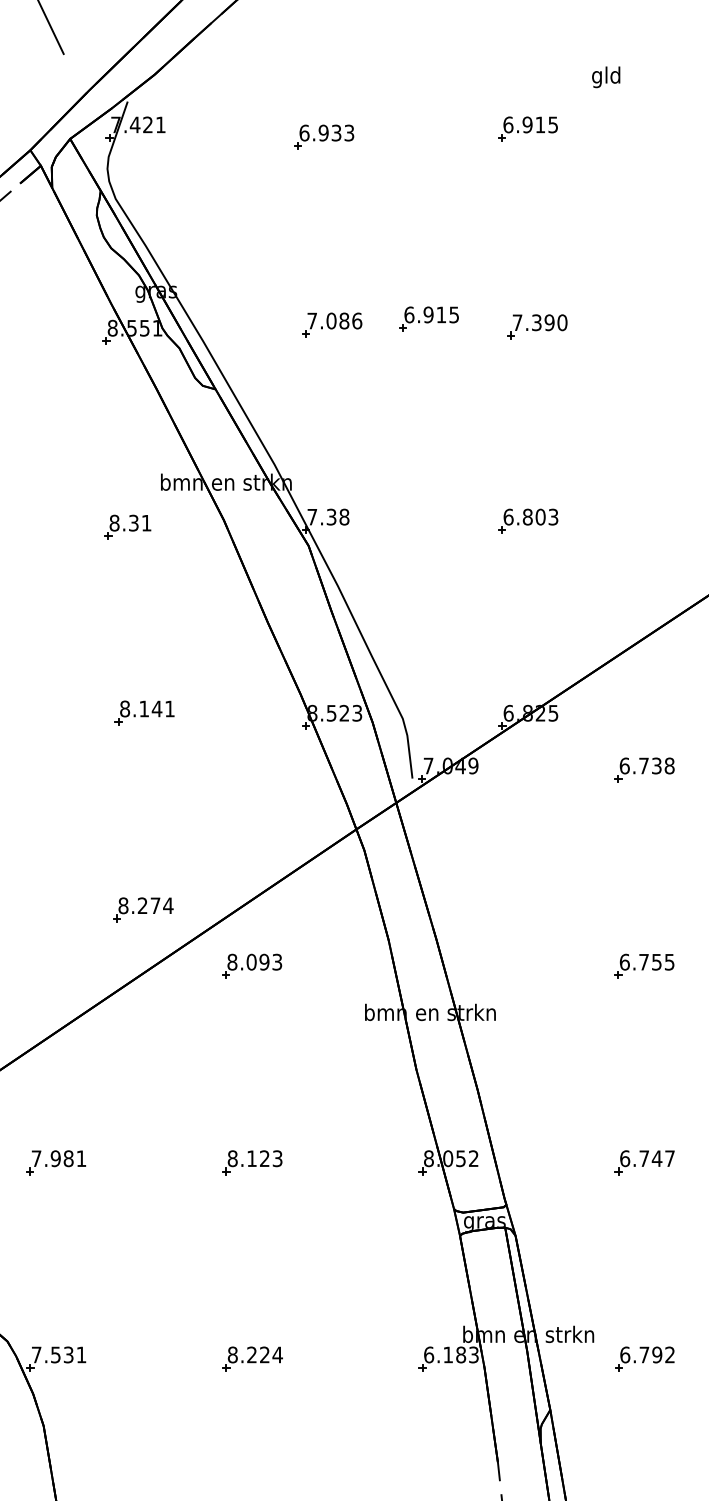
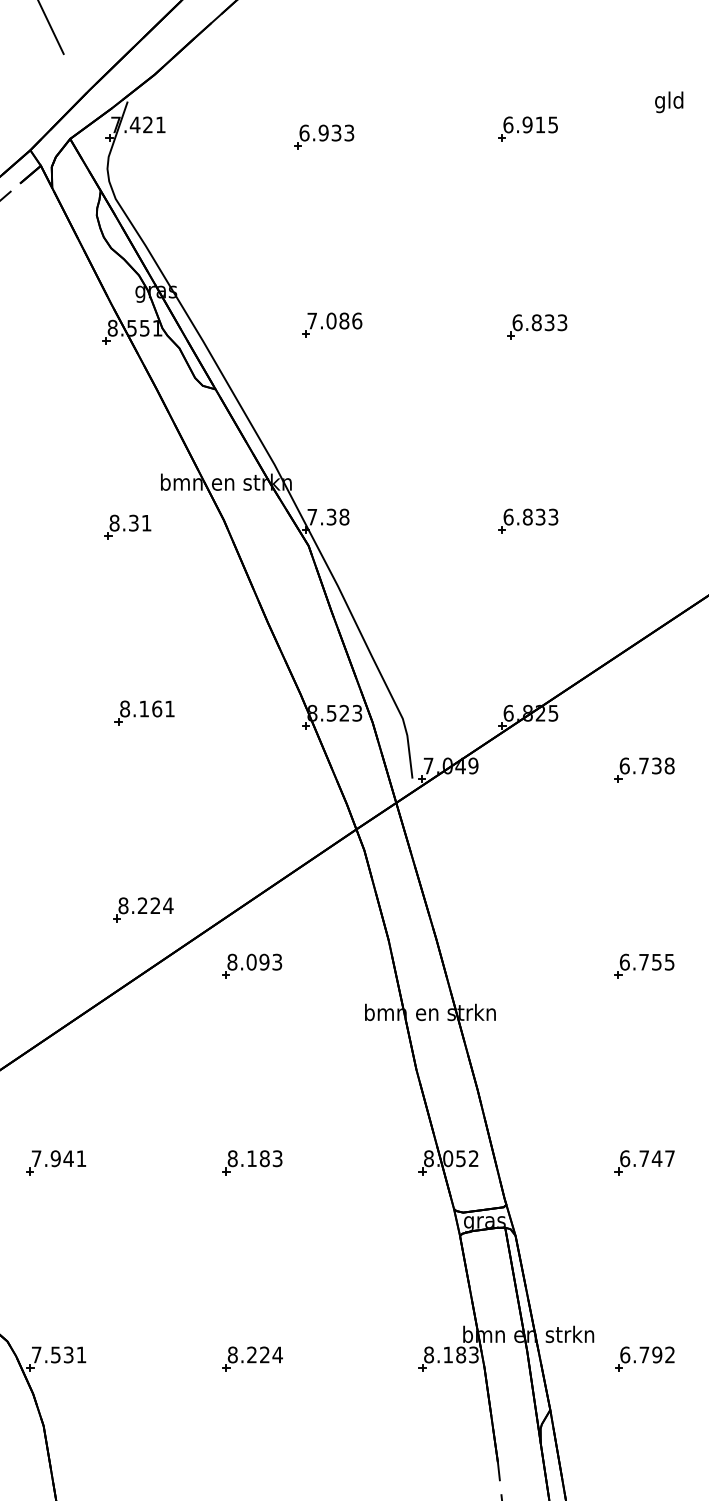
text at (606, 77) position: (606, 77) -> (669, 102)
part at (428, 318): present -> none
text at (539, 322): 7.390 -> 6.833
text at (540, 516): 6.803 -> 6.833
text at (156, 708): 8.141 -> 8.161
text at (155, 905): 8.274 -> 8.224
text at (68, 1158): 7.981 -> 7.941
text at (264, 1158): 8.123 -> 8.183
text at (429, 1354): 6.183 -> 8.183
